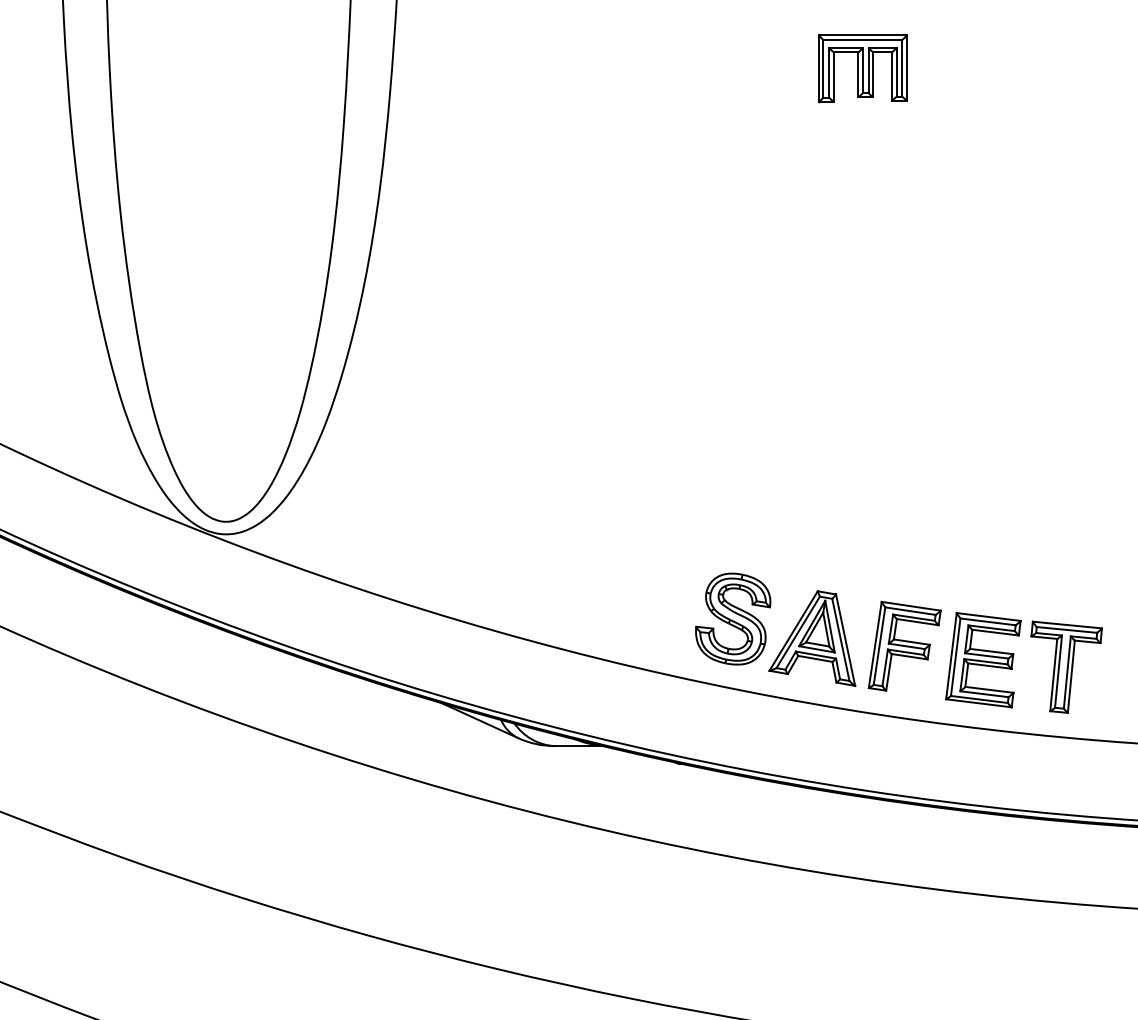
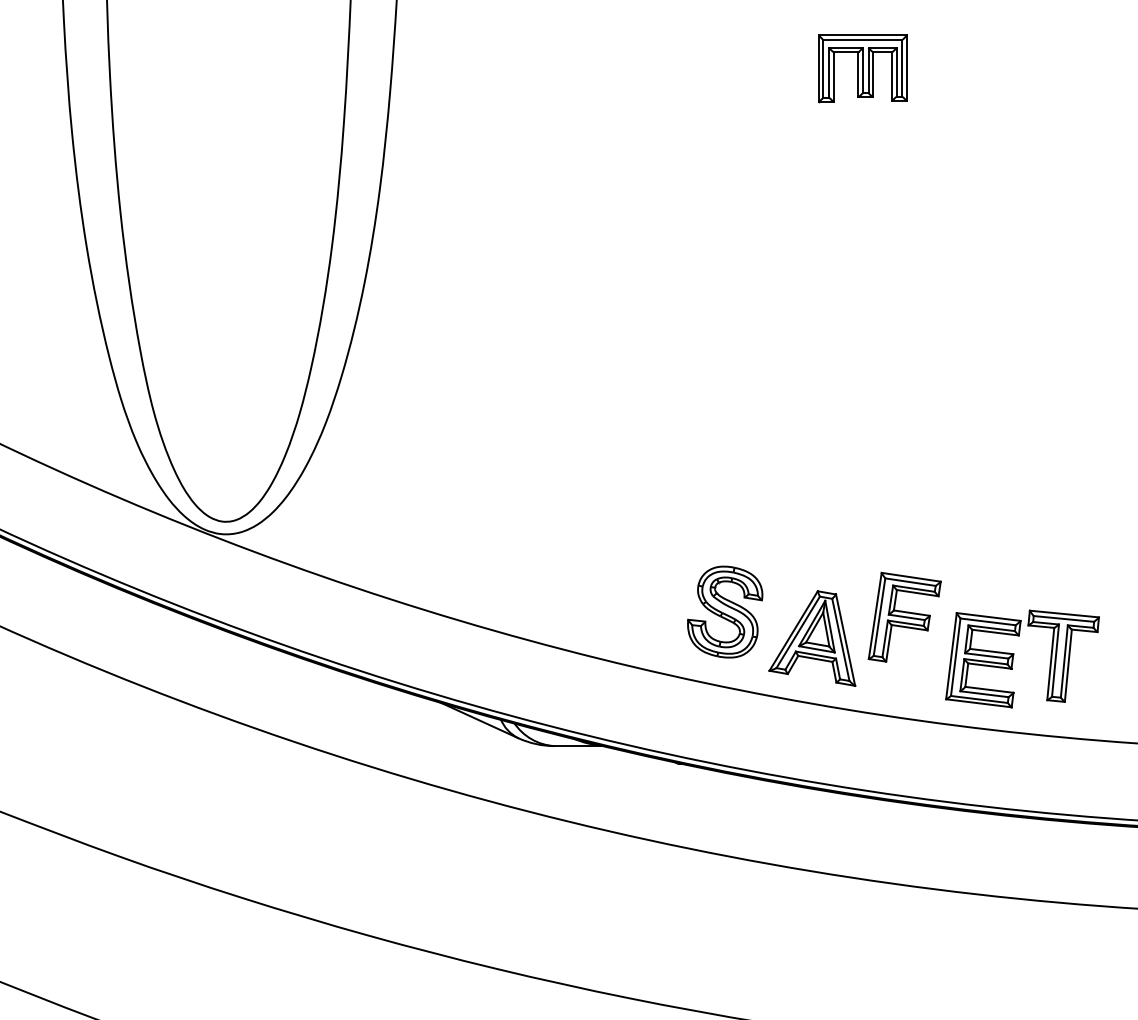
part at (733, 618) position: (733, 618) -> (725, 611)
part at (904, 645) position: (904, 645) -> (904, 616)
part at (1066, 666) position: (1066, 666) -> (1063, 655)
